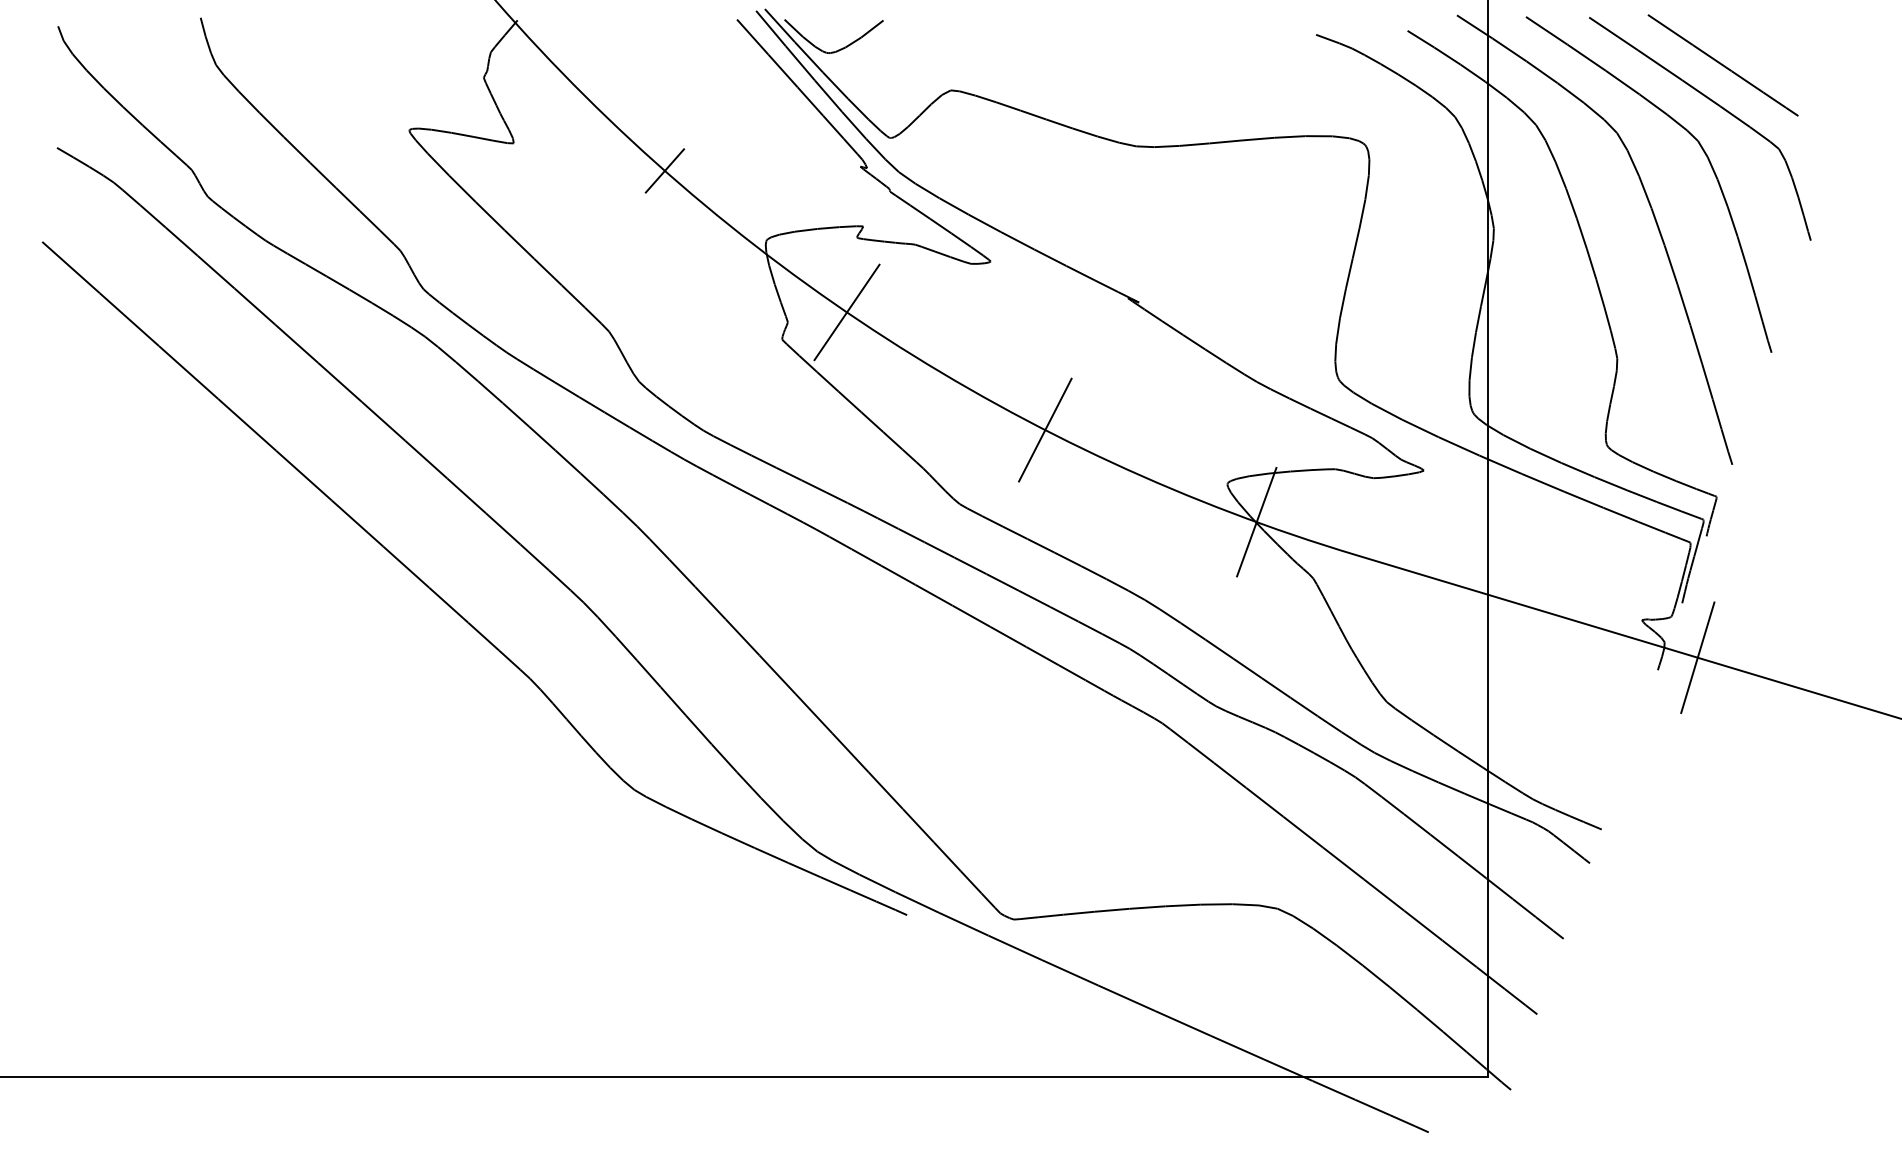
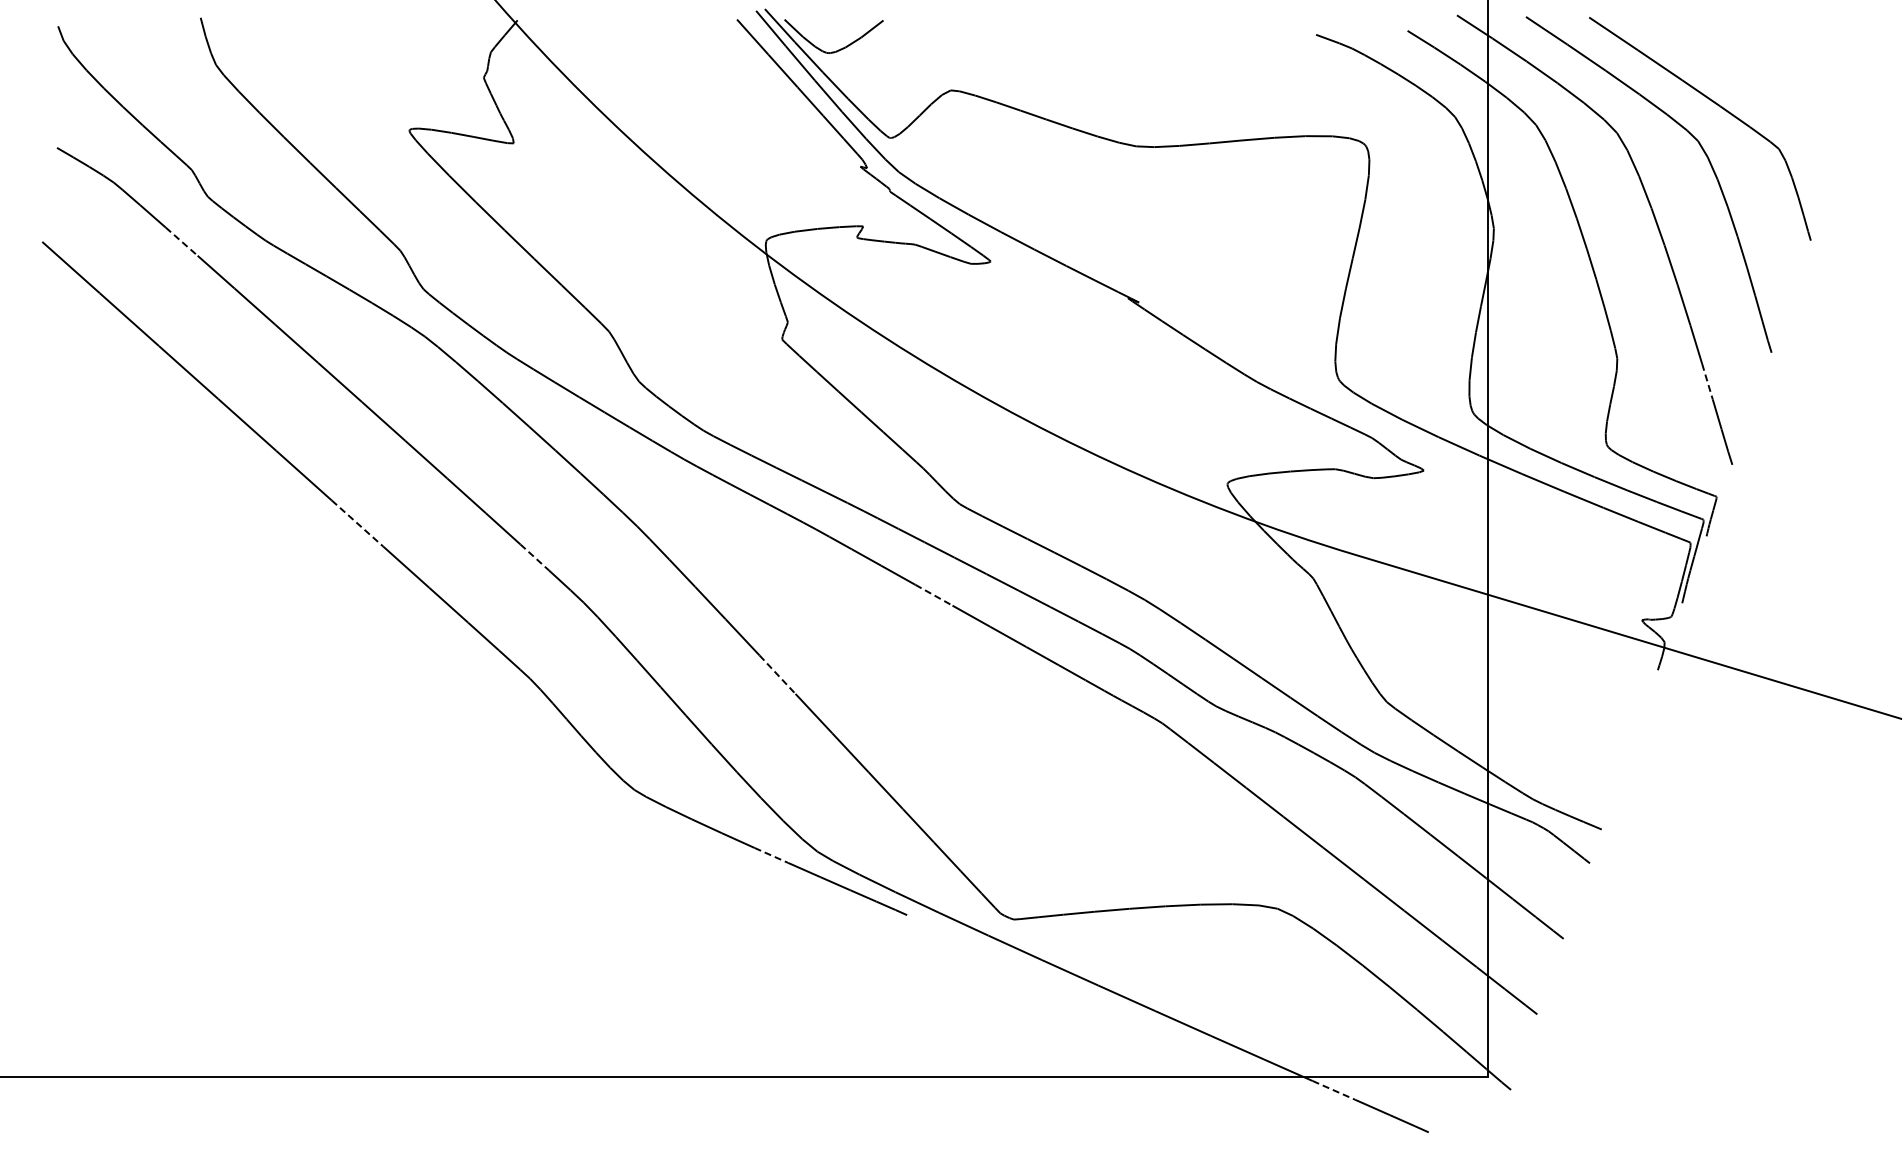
line at (1722, 65): present -> none
line at (664, 170): present -> none
line at (182, 242): solid -> dashed
line at (846, 312): present -> none
line at (1707, 382): solid -> dashed
line at (1045, 429): present -> none
line at (1256, 521): present -> none
line at (357, 523): solid -> dashed
line at (535, 557): solid -> dashed
line at (934, 595): solid -> dashed
line at (1697, 657): present -> none
line at (777, 675): solid -> dashed
line at (771, 855): solid -> dashed
line at (1334, 1090): solid -> dashed
